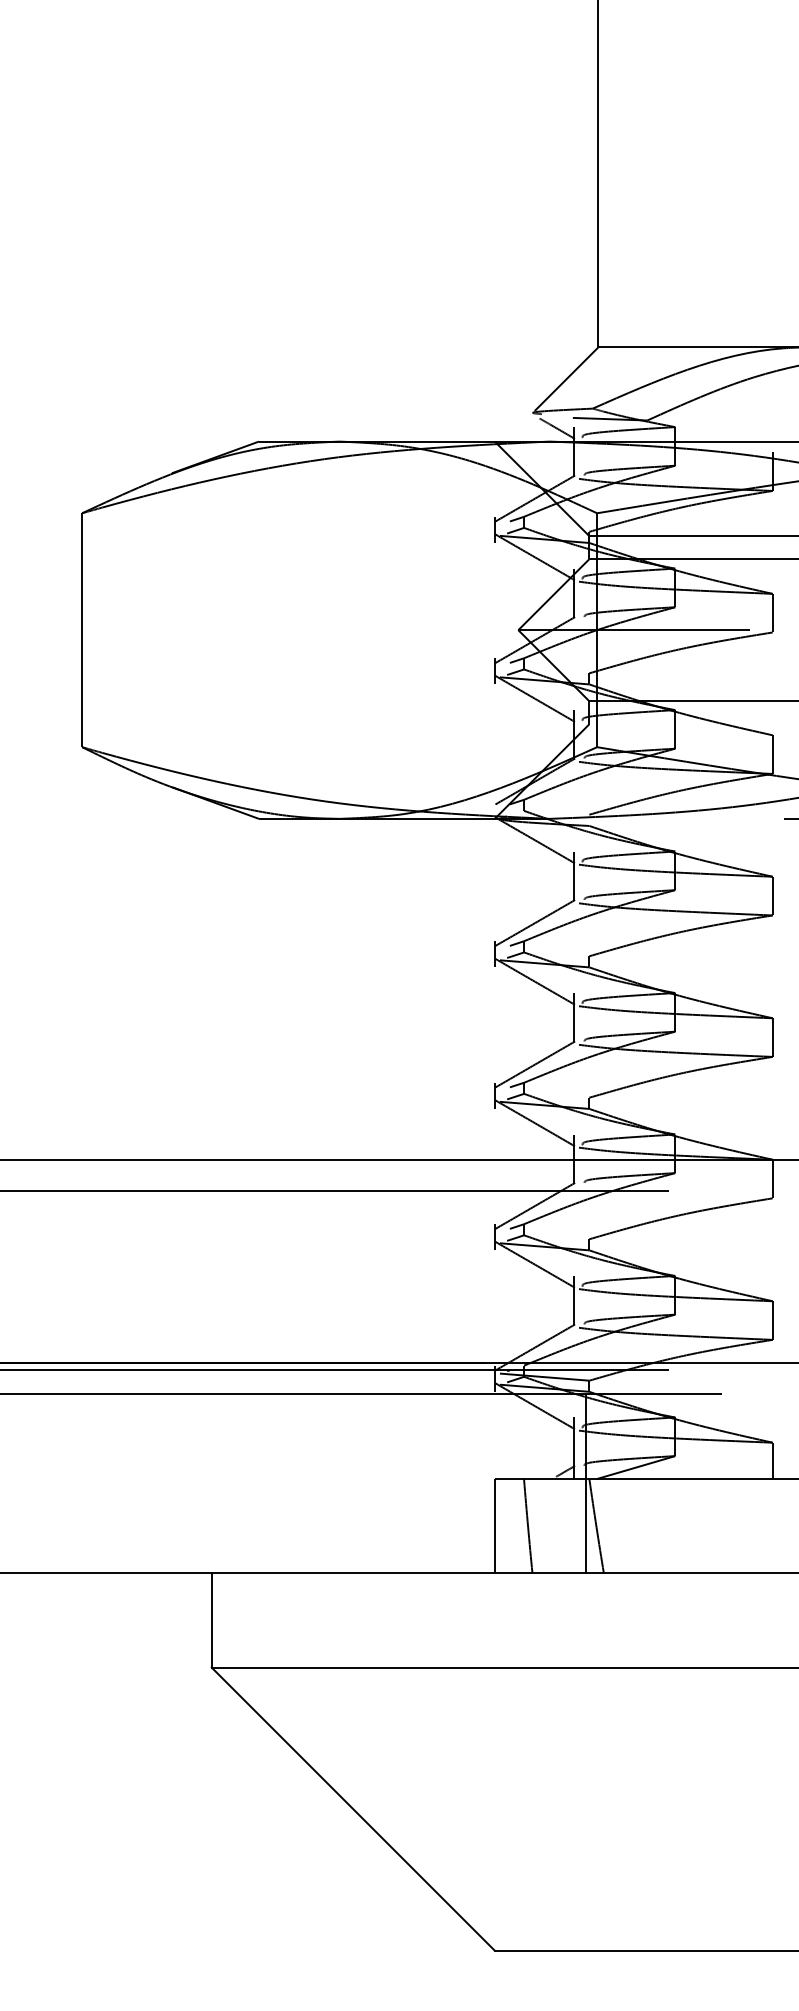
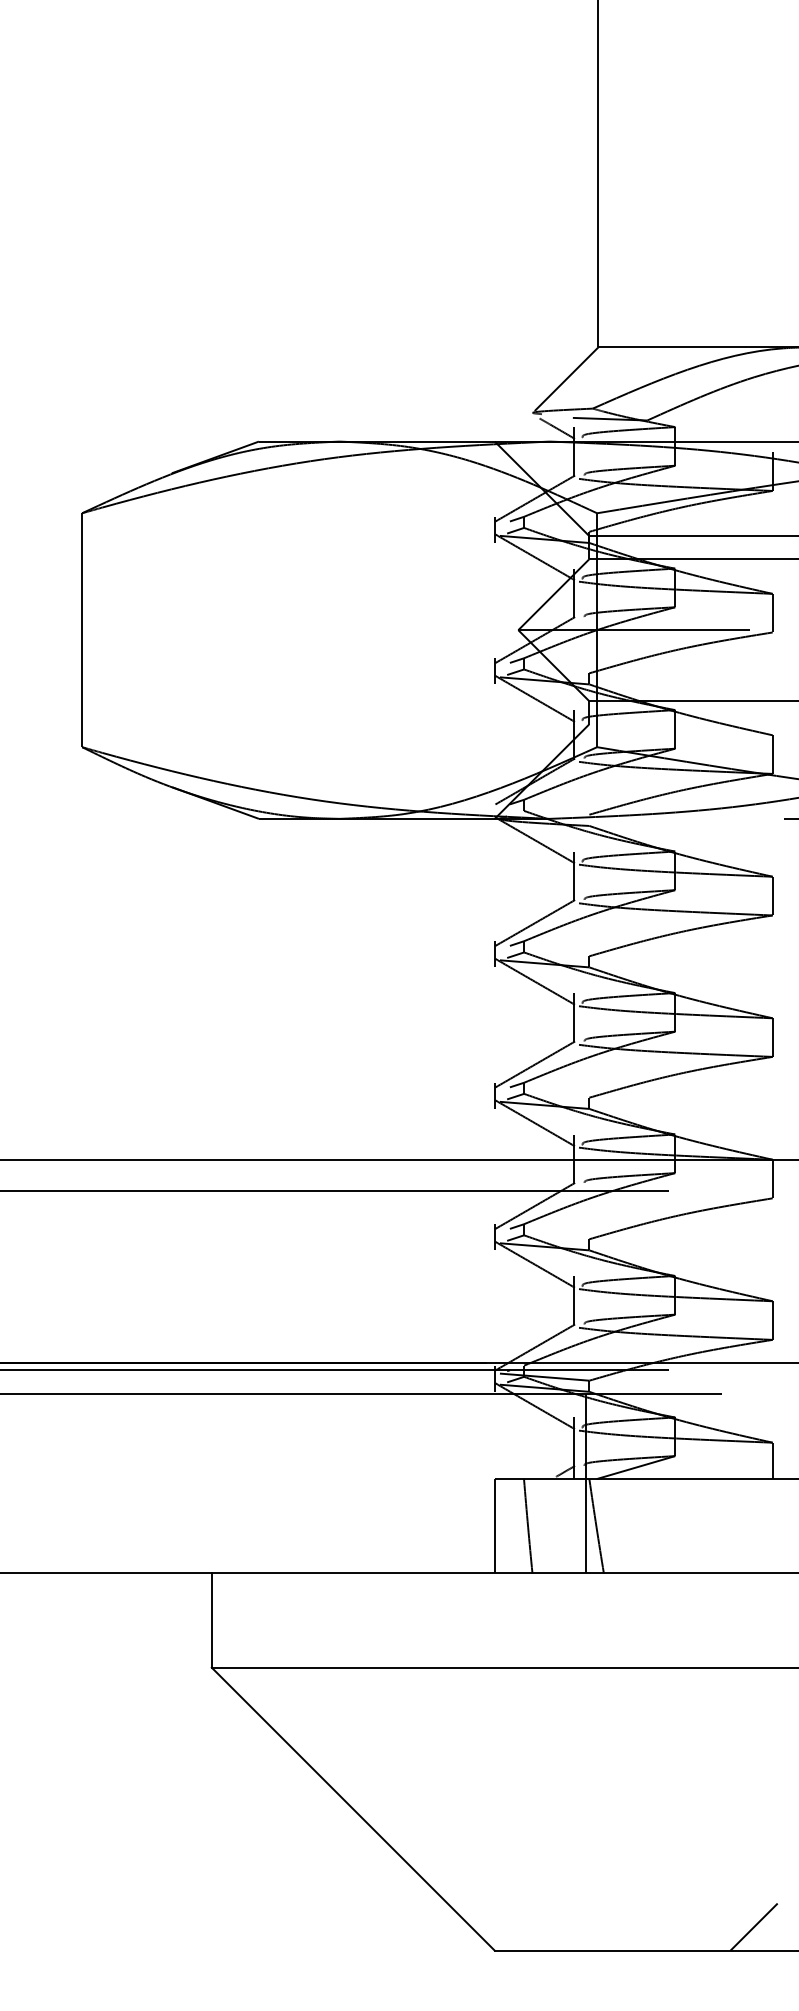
line at (753, 1926): none -> present
